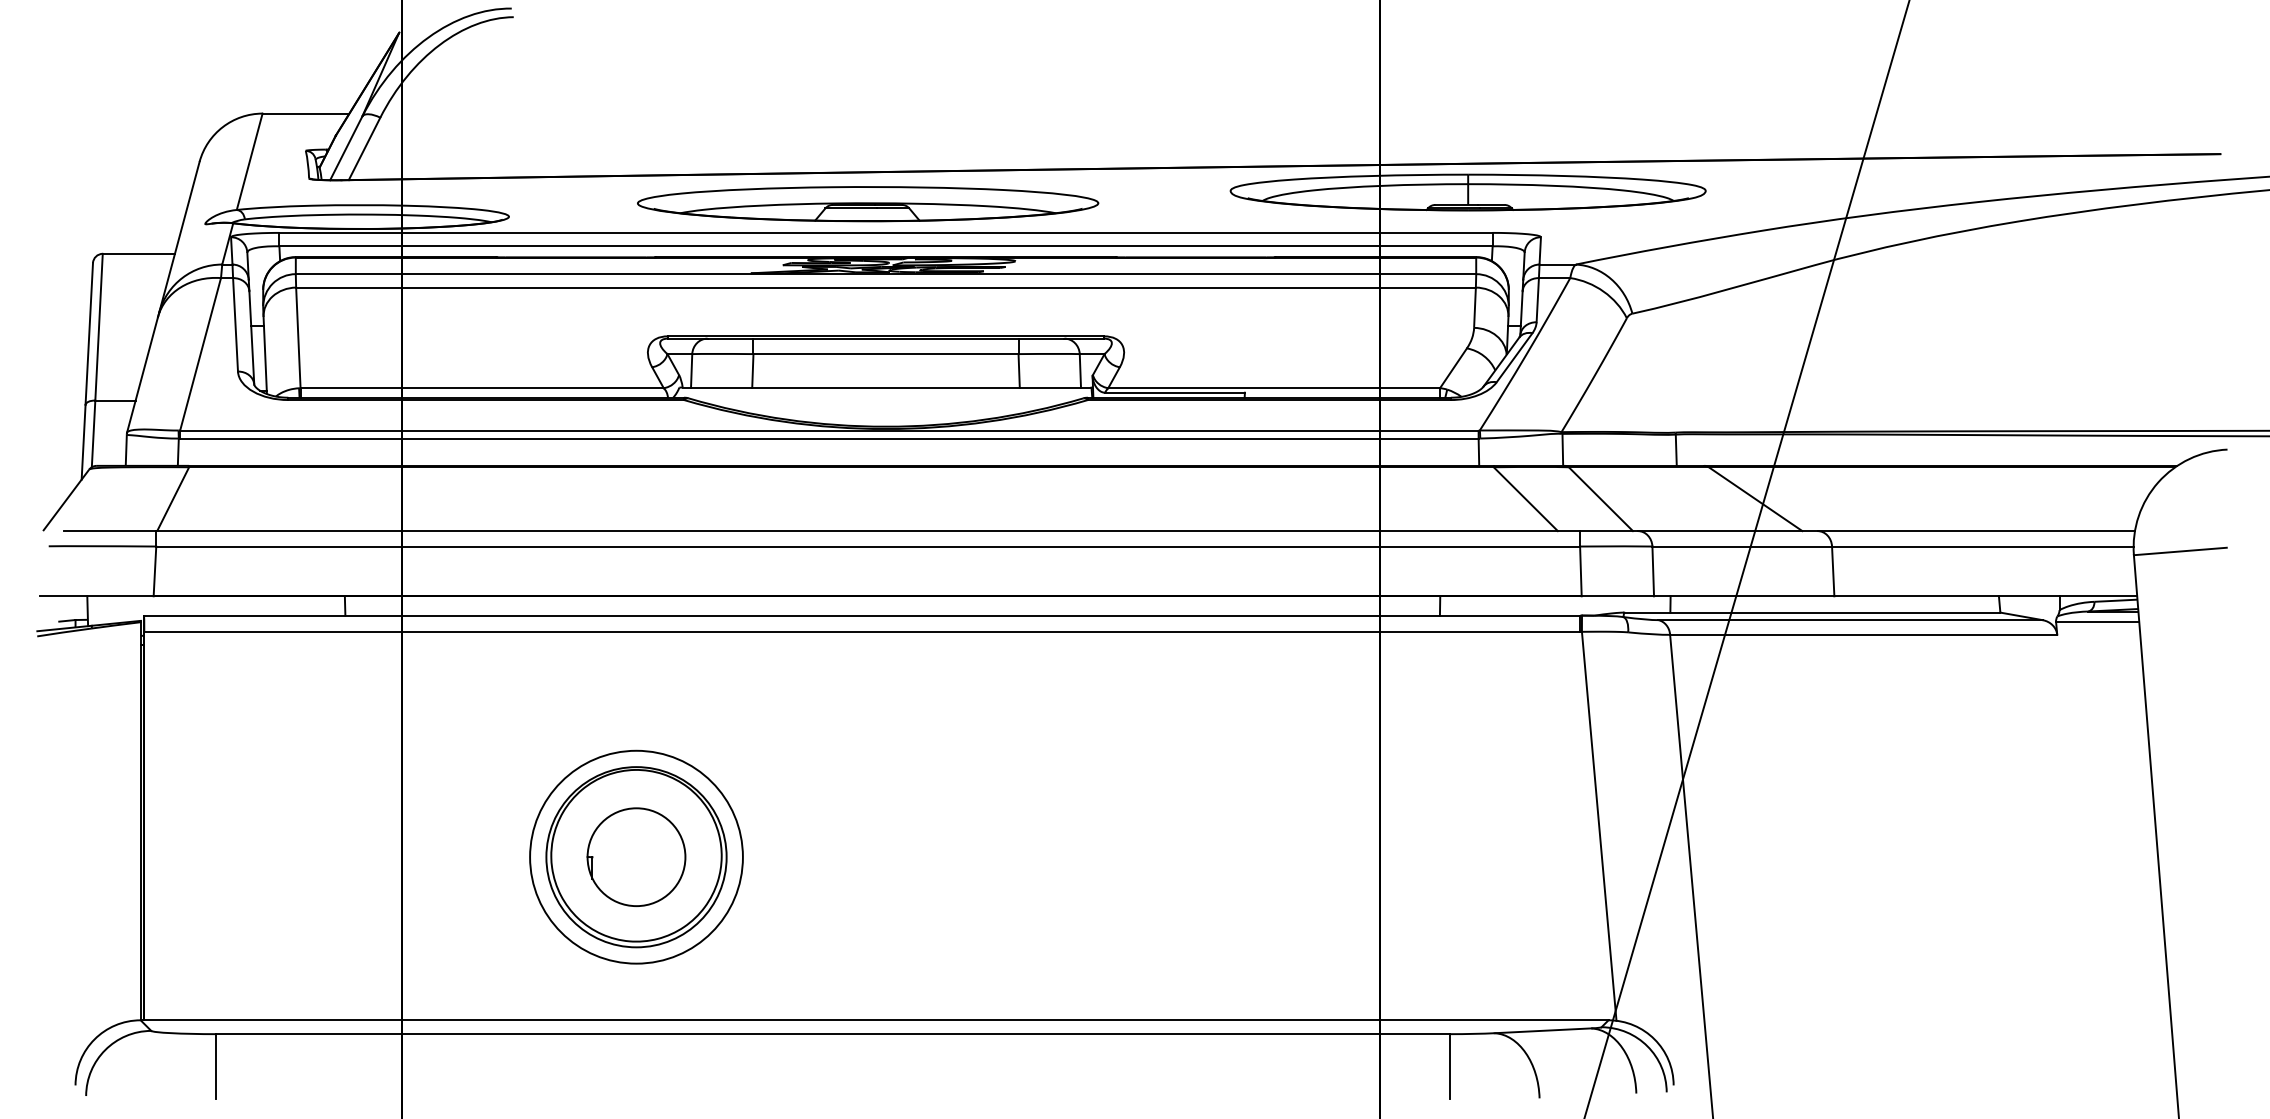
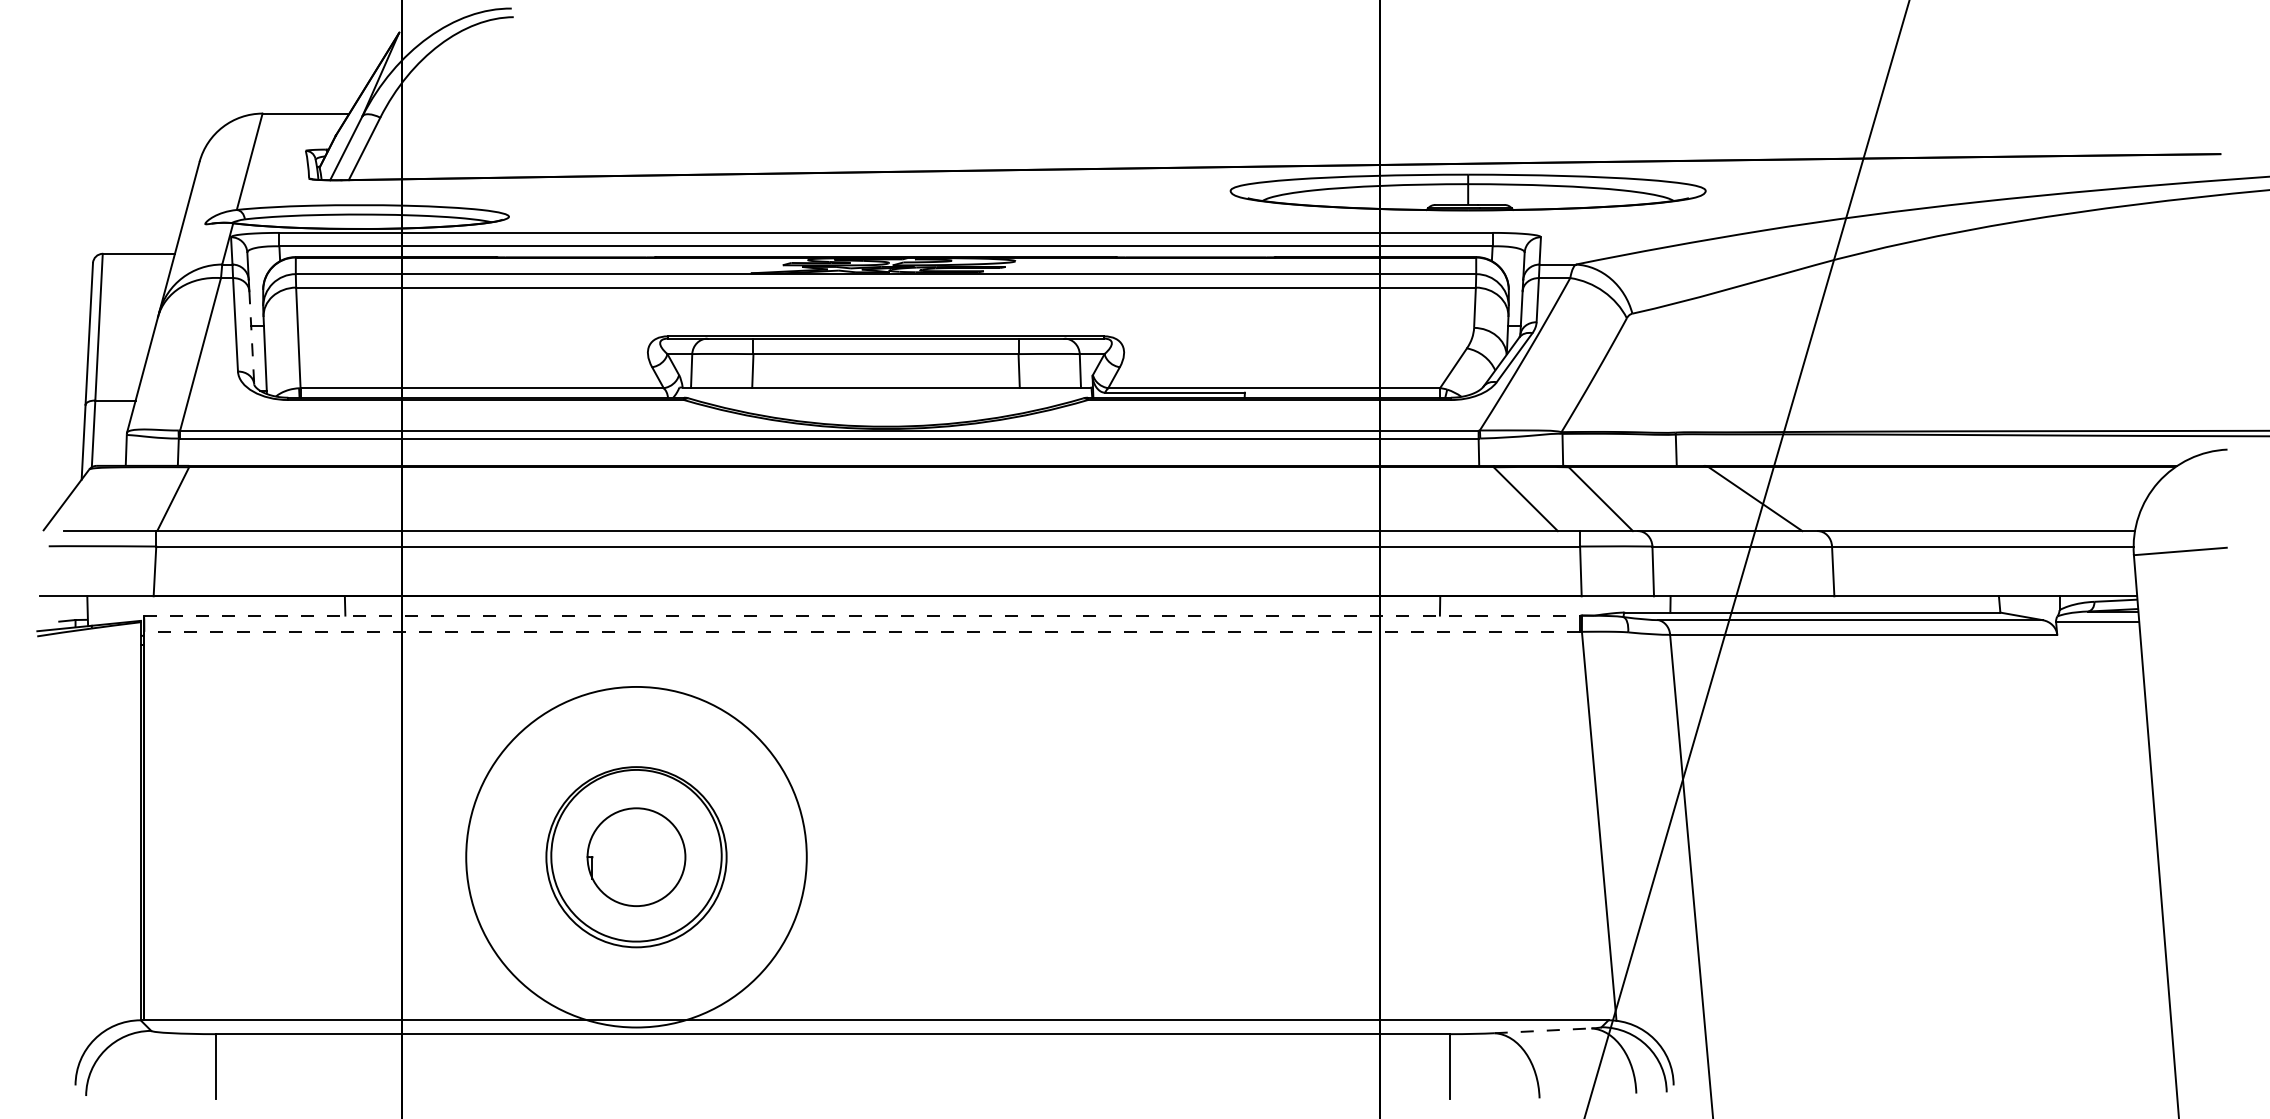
part at (868, 204): present -> none
line at (251, 337): solid -> dashed
line at (862, 615): solid -> dashed
line at (862, 631): solid -> dashed
circle at (636, 856) diameter: 213 px -> 341 px
line at (1543, 1030): solid -> dashed
